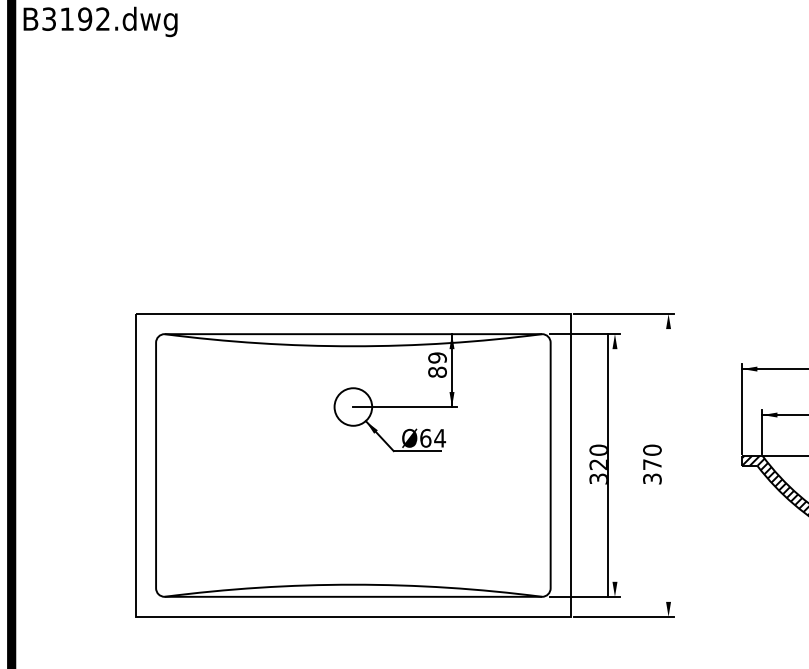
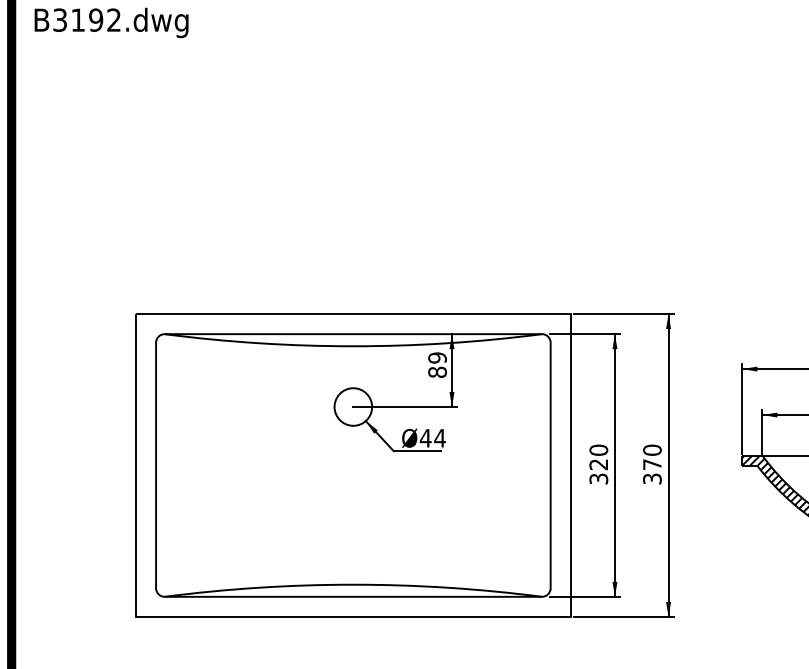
text at (100, 21) position: (100, 21) -> (111, 22)
text at (425, 437): Ø64 -> Ø44
line at (607, 465) position: (607, 465) -> (614, 465)
line at (668, 465): none -> present
